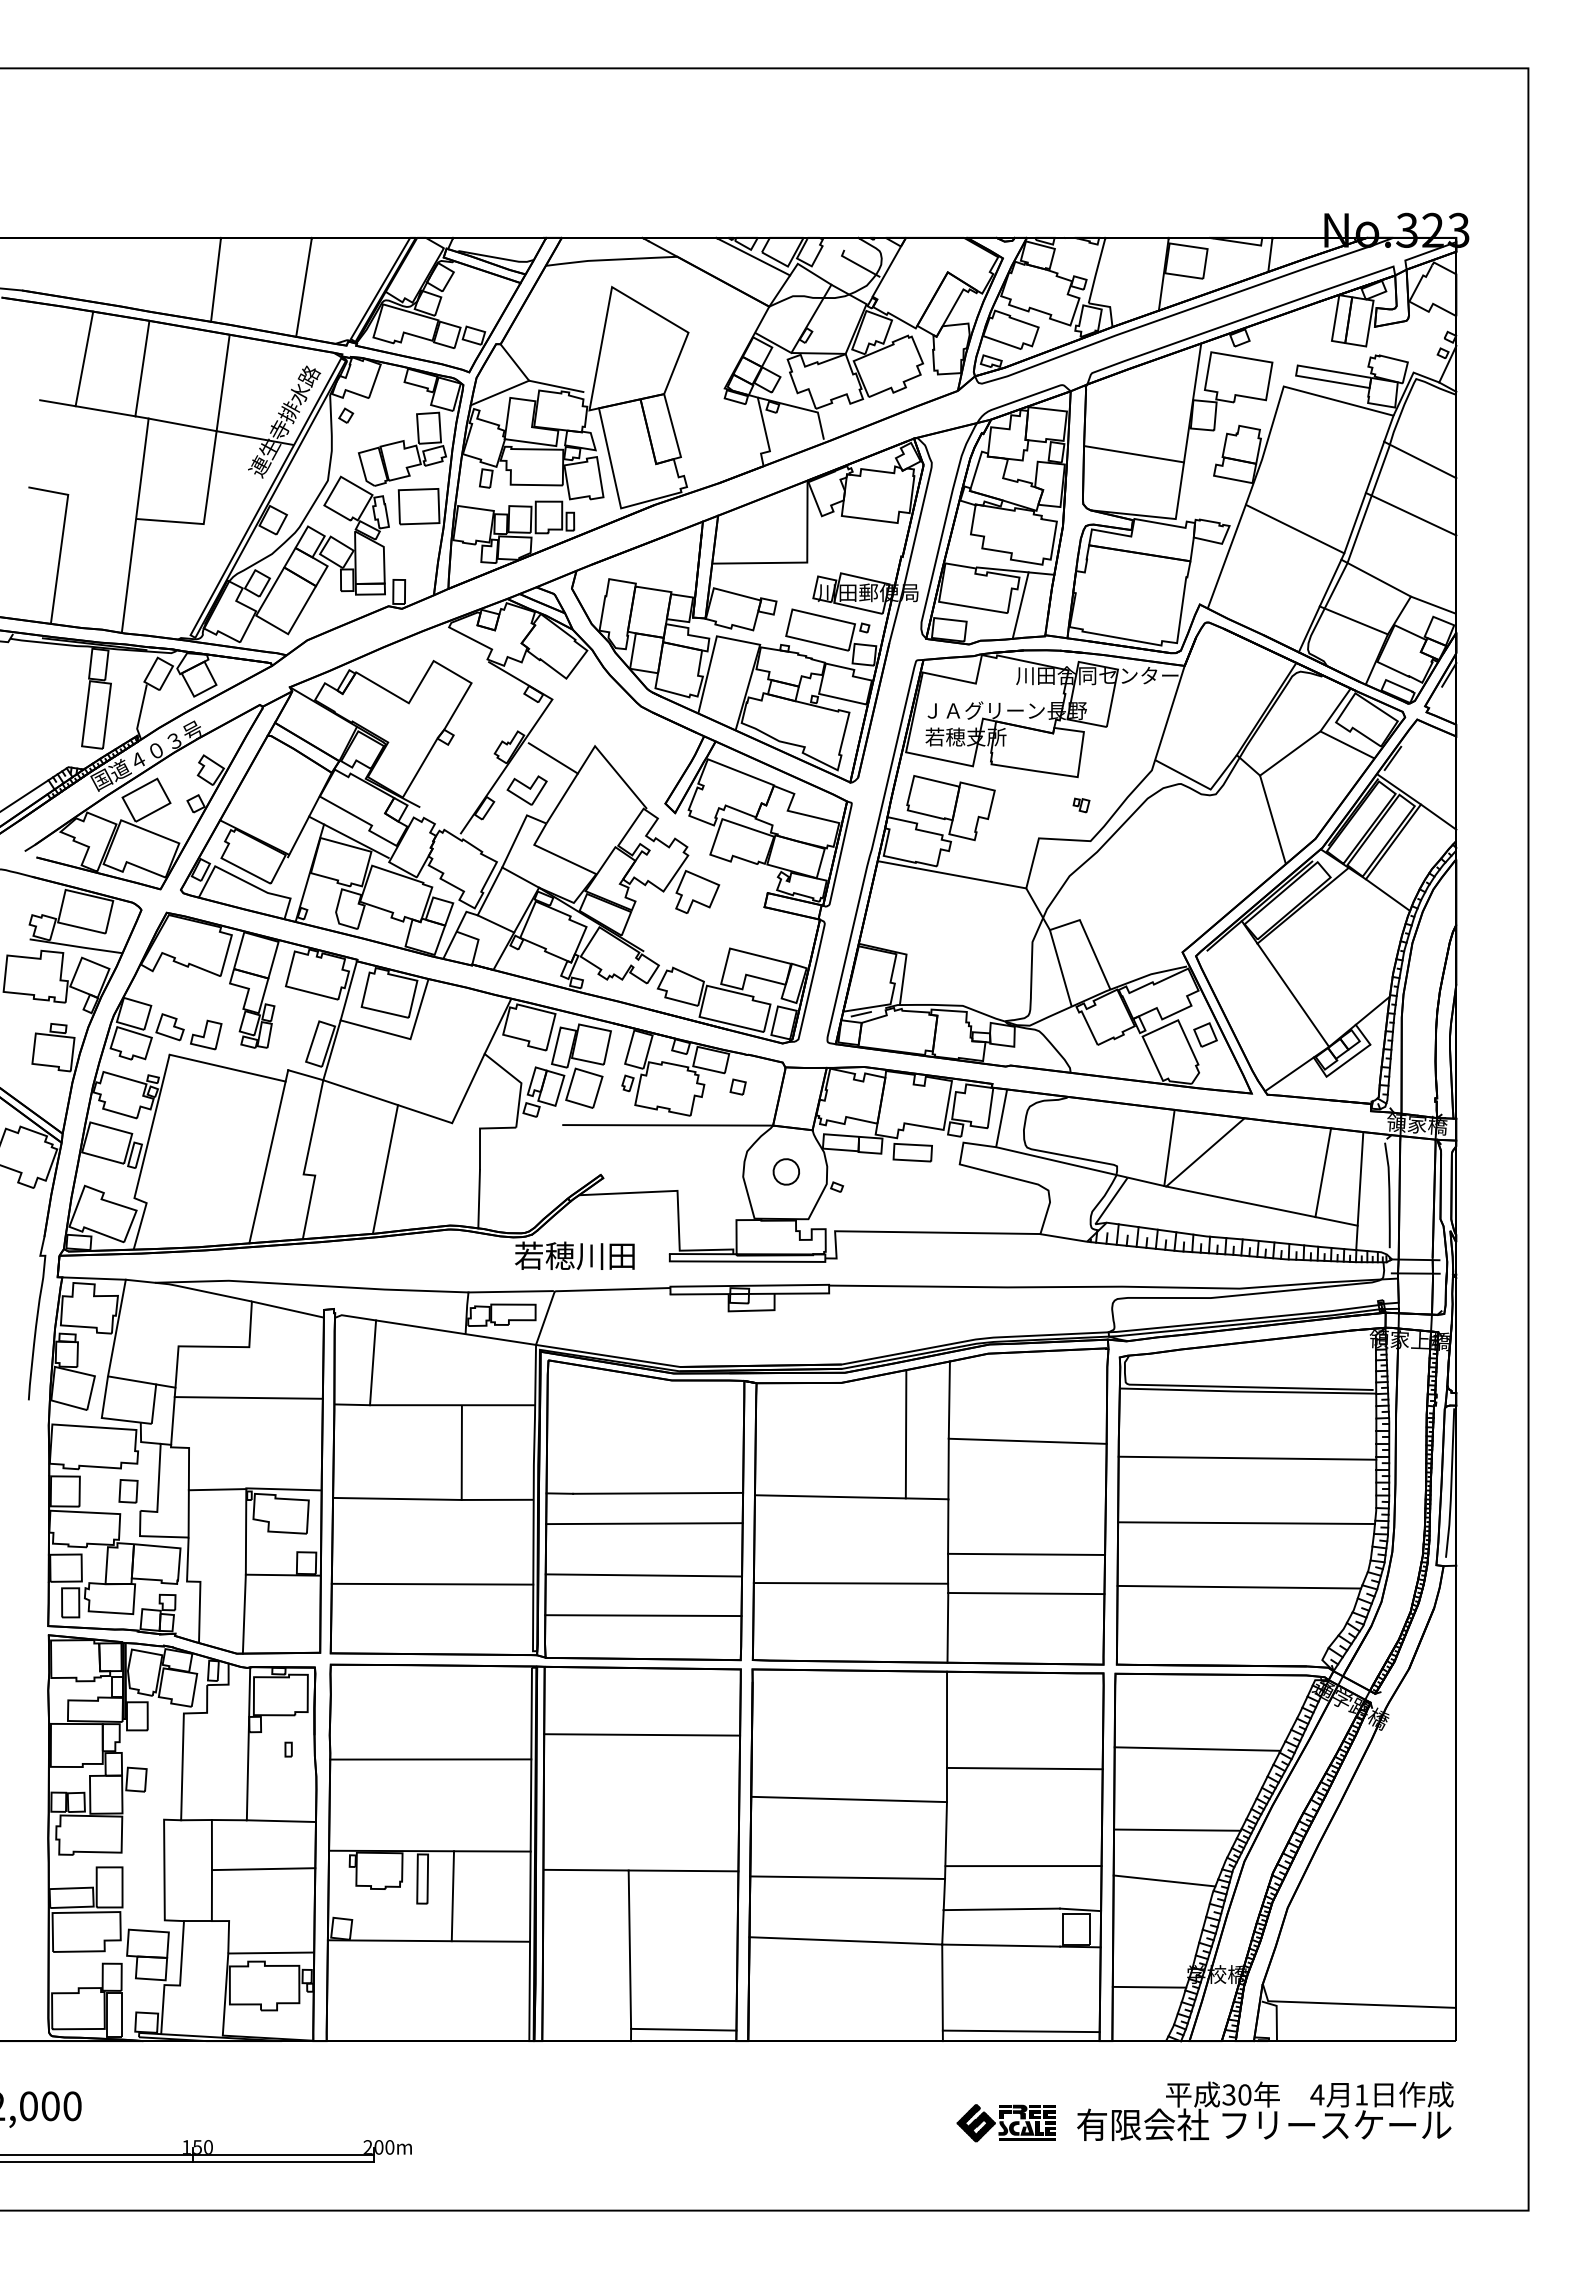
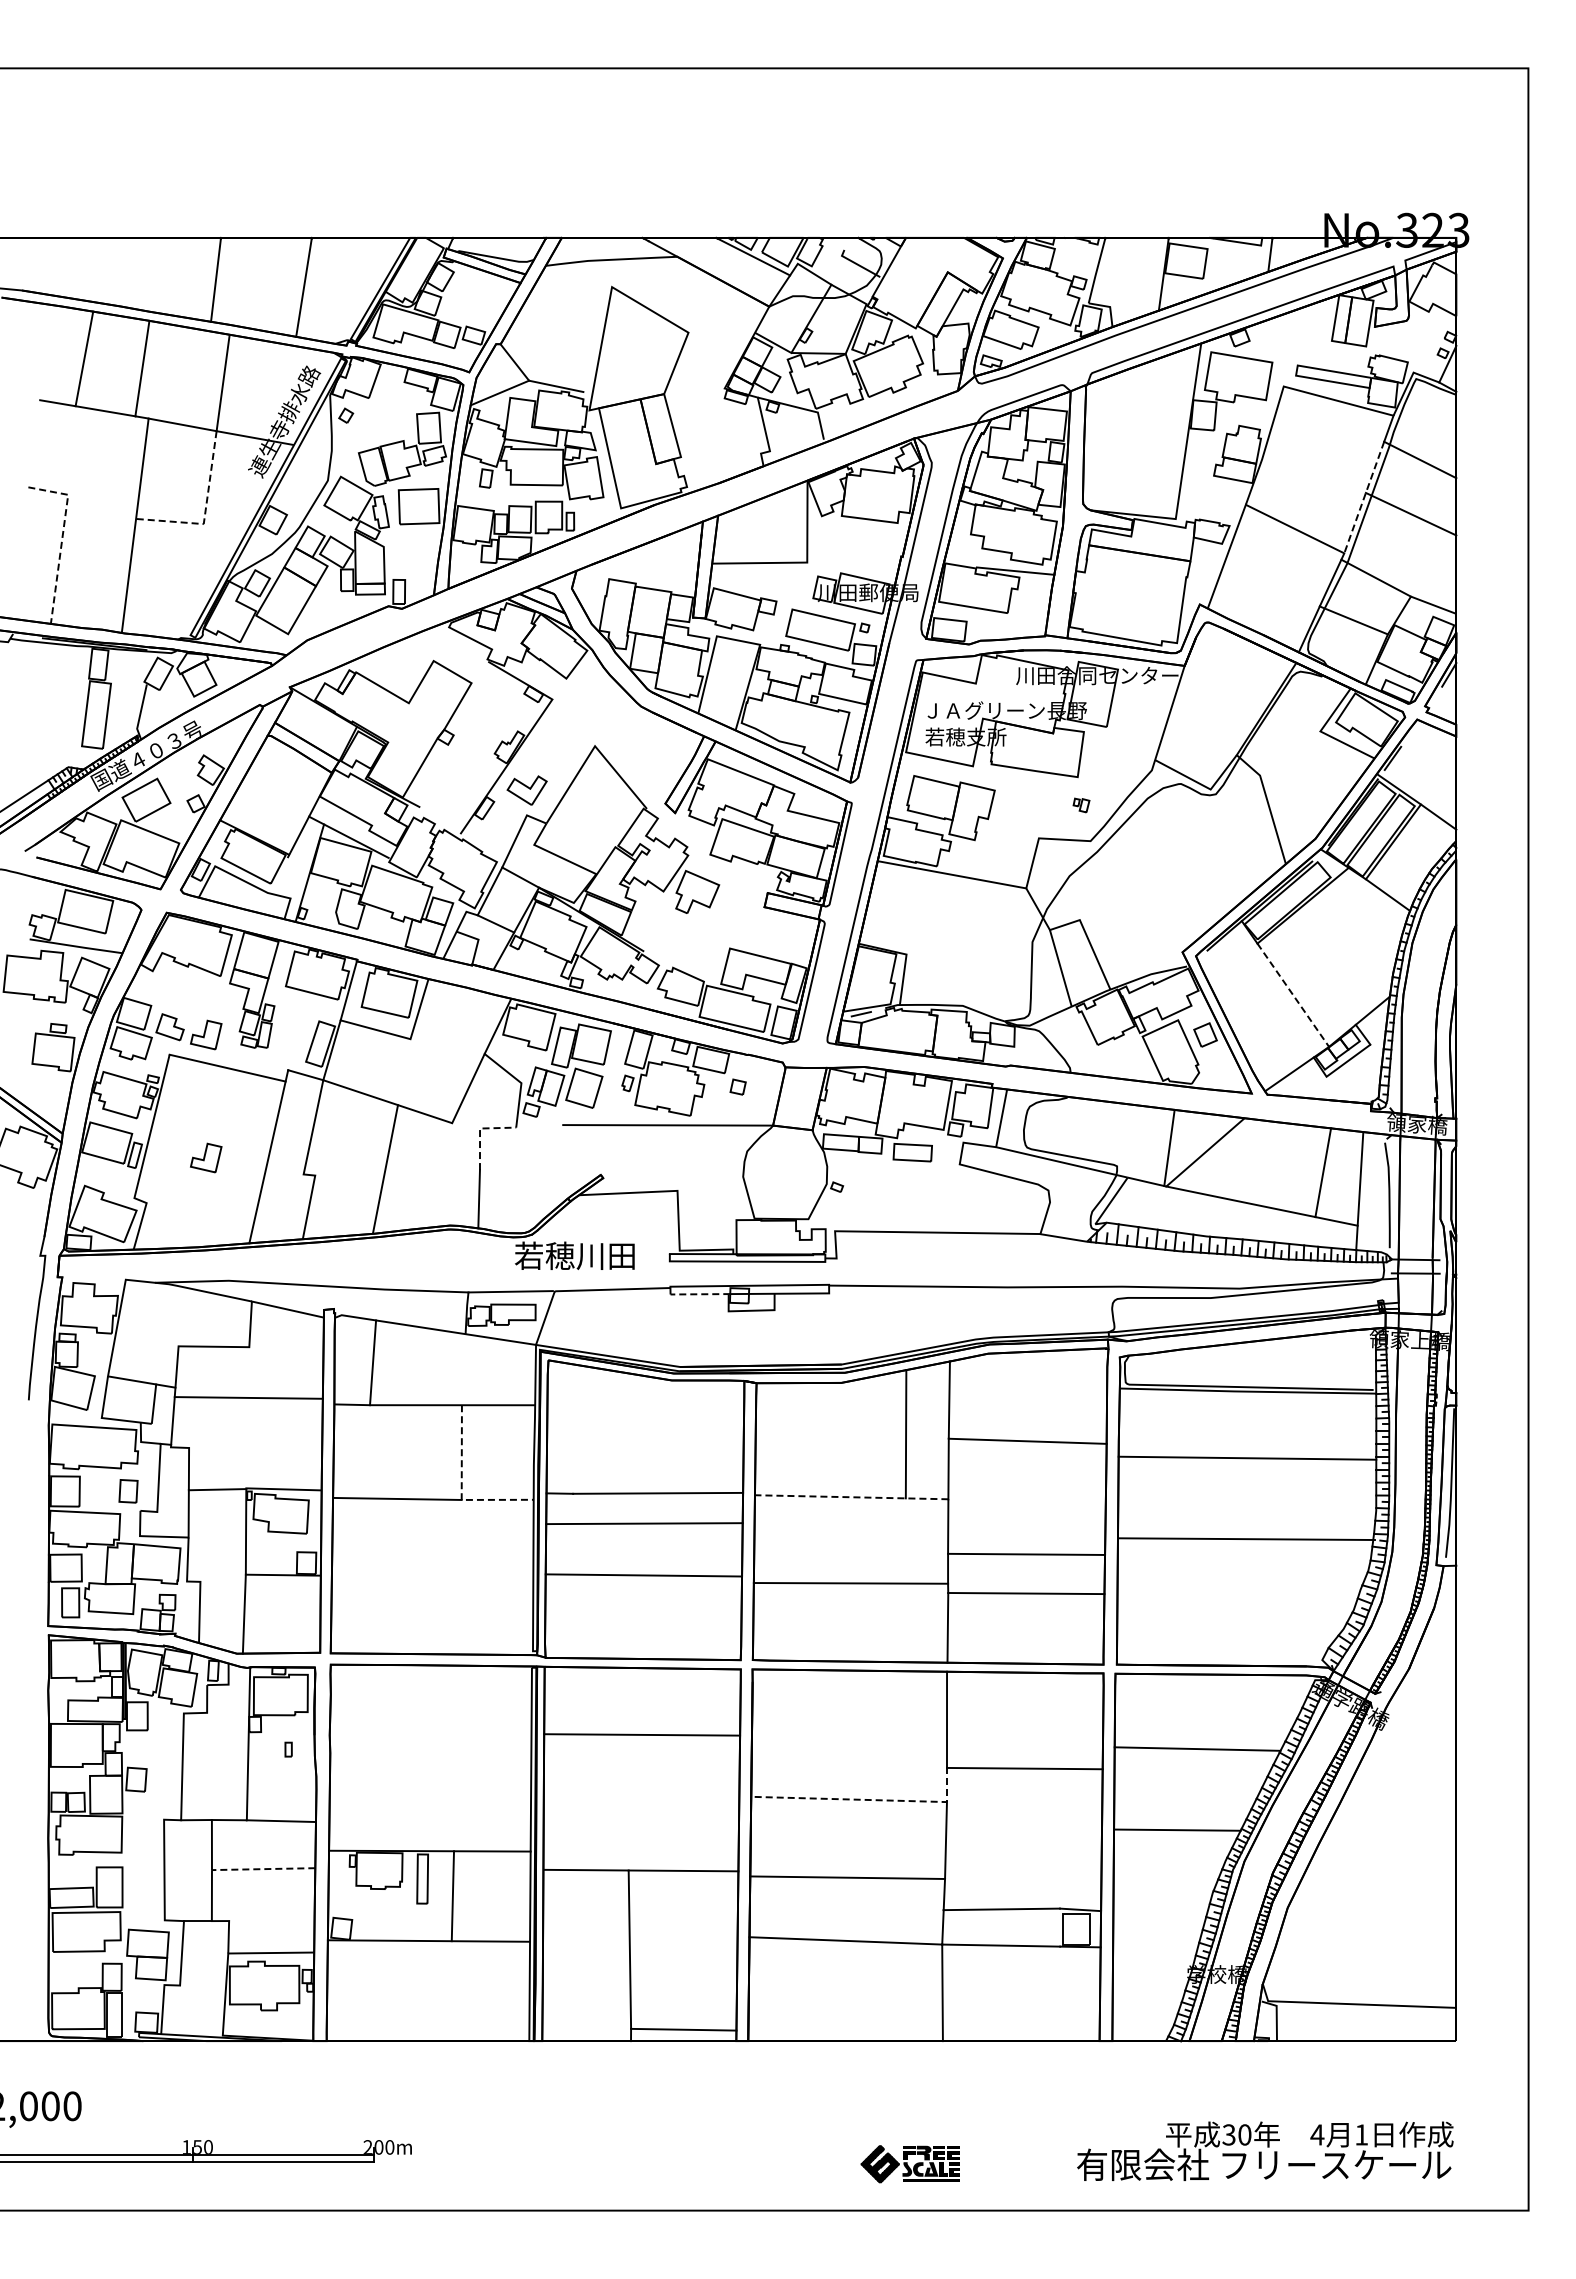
line at (1134, 454): present -> none
line at (1364, 498): solid -> dashed
line at (205, 512): solid -> dashed
line at (62, 539): solid -> dashed
line at (1020, 605): present -> none
line at (1290, 753): present -> none
line at (552, 758): present -> none
line at (1293, 995): solid -> dashed
line at (480, 1130): solid -> dashed
part at (206, 1157): none -> present
part at (785, 1171): present -> none
line at (93, 1278): present -> none
line at (700, 1294): solid -> dashed
line at (461, 1490): solid -> dashed
line at (851, 1497): solid -> dashed
line at (1246, 1523) position: (1246, 1523) -> (1246, 1539)
line at (432, 1583): present -> none
line at (1239, 1586): present -> none
line at (643, 1615): present -> none
line at (430, 1759): present -> none
line at (867, 1799): solid -> dashed
line at (1023, 1866): present -> none
line at (263, 1869): solid -> dashed
line at (1164, 1880): present -> none
line at (1149, 1986): present -> none
line at (1020, 2031): present -> none
text at (1265, 2110) position: (1265, 2110) -> (1265, 2150)
part at (1005, 2123) position: (1005, 2123) -> (909, 2164)
